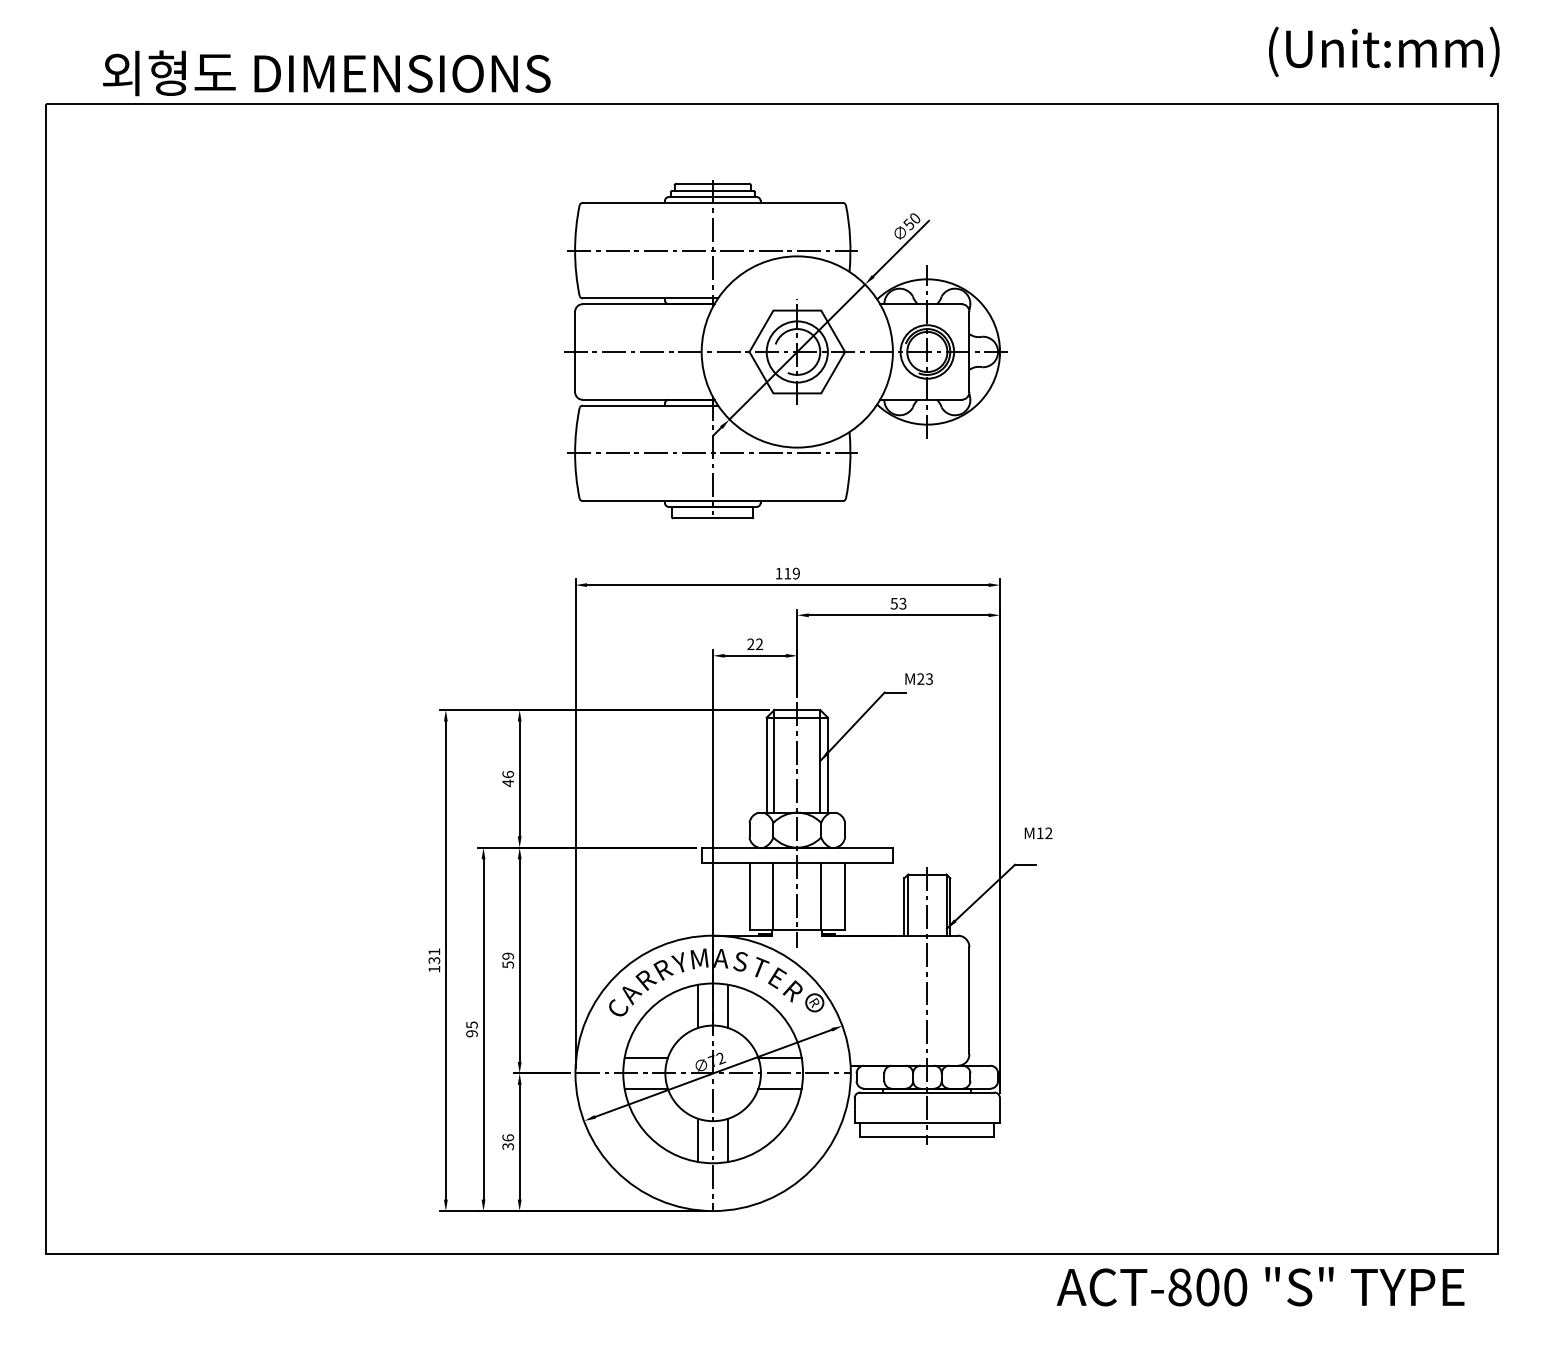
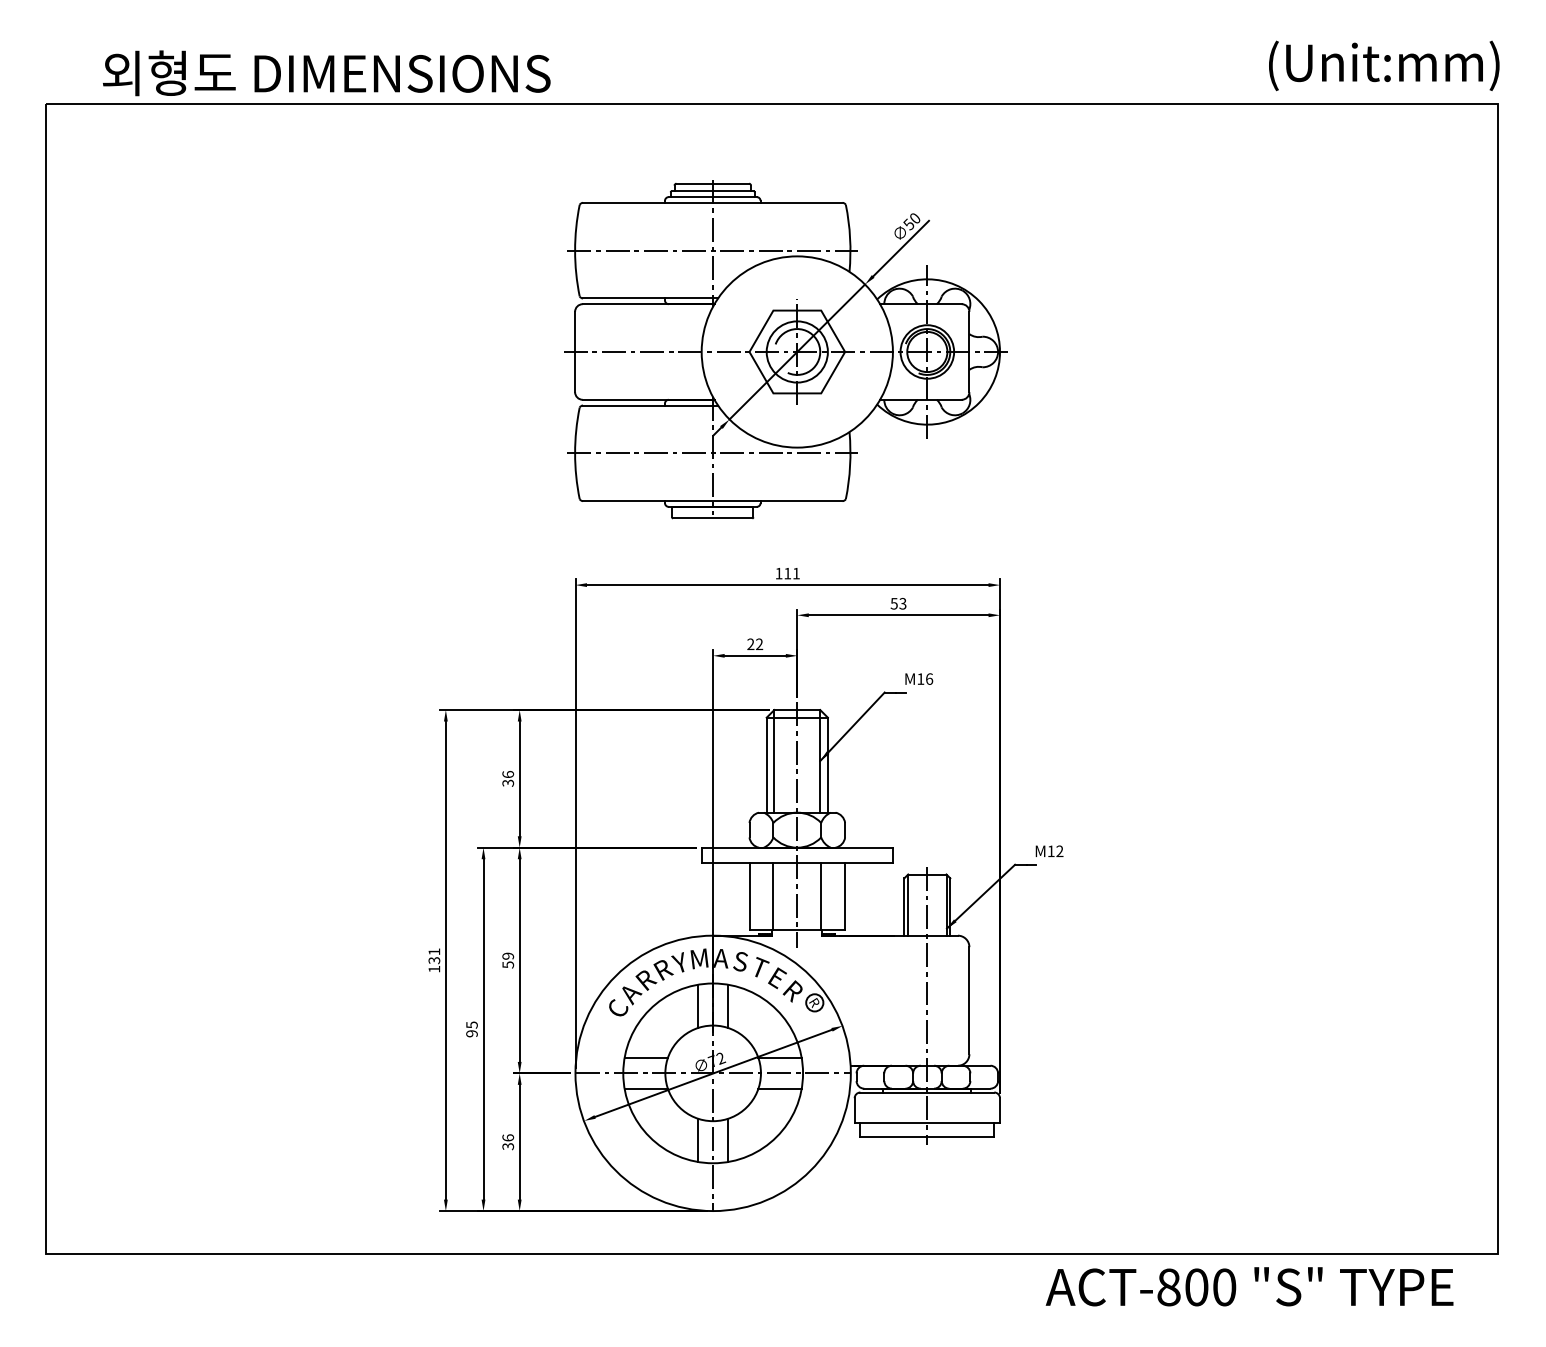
text at (1384, 51) position: (1384, 51) -> (1384, 65)
text at (795, 573): 119 -> 111
text at (925, 678): M23 -> M16
text at (508, 783): 46 -> 36
text at (1038, 832) position: (1038, 832) -> (1049, 850)
text at (1260, 1286) position: (1260, 1286) -> (1249, 1286)
